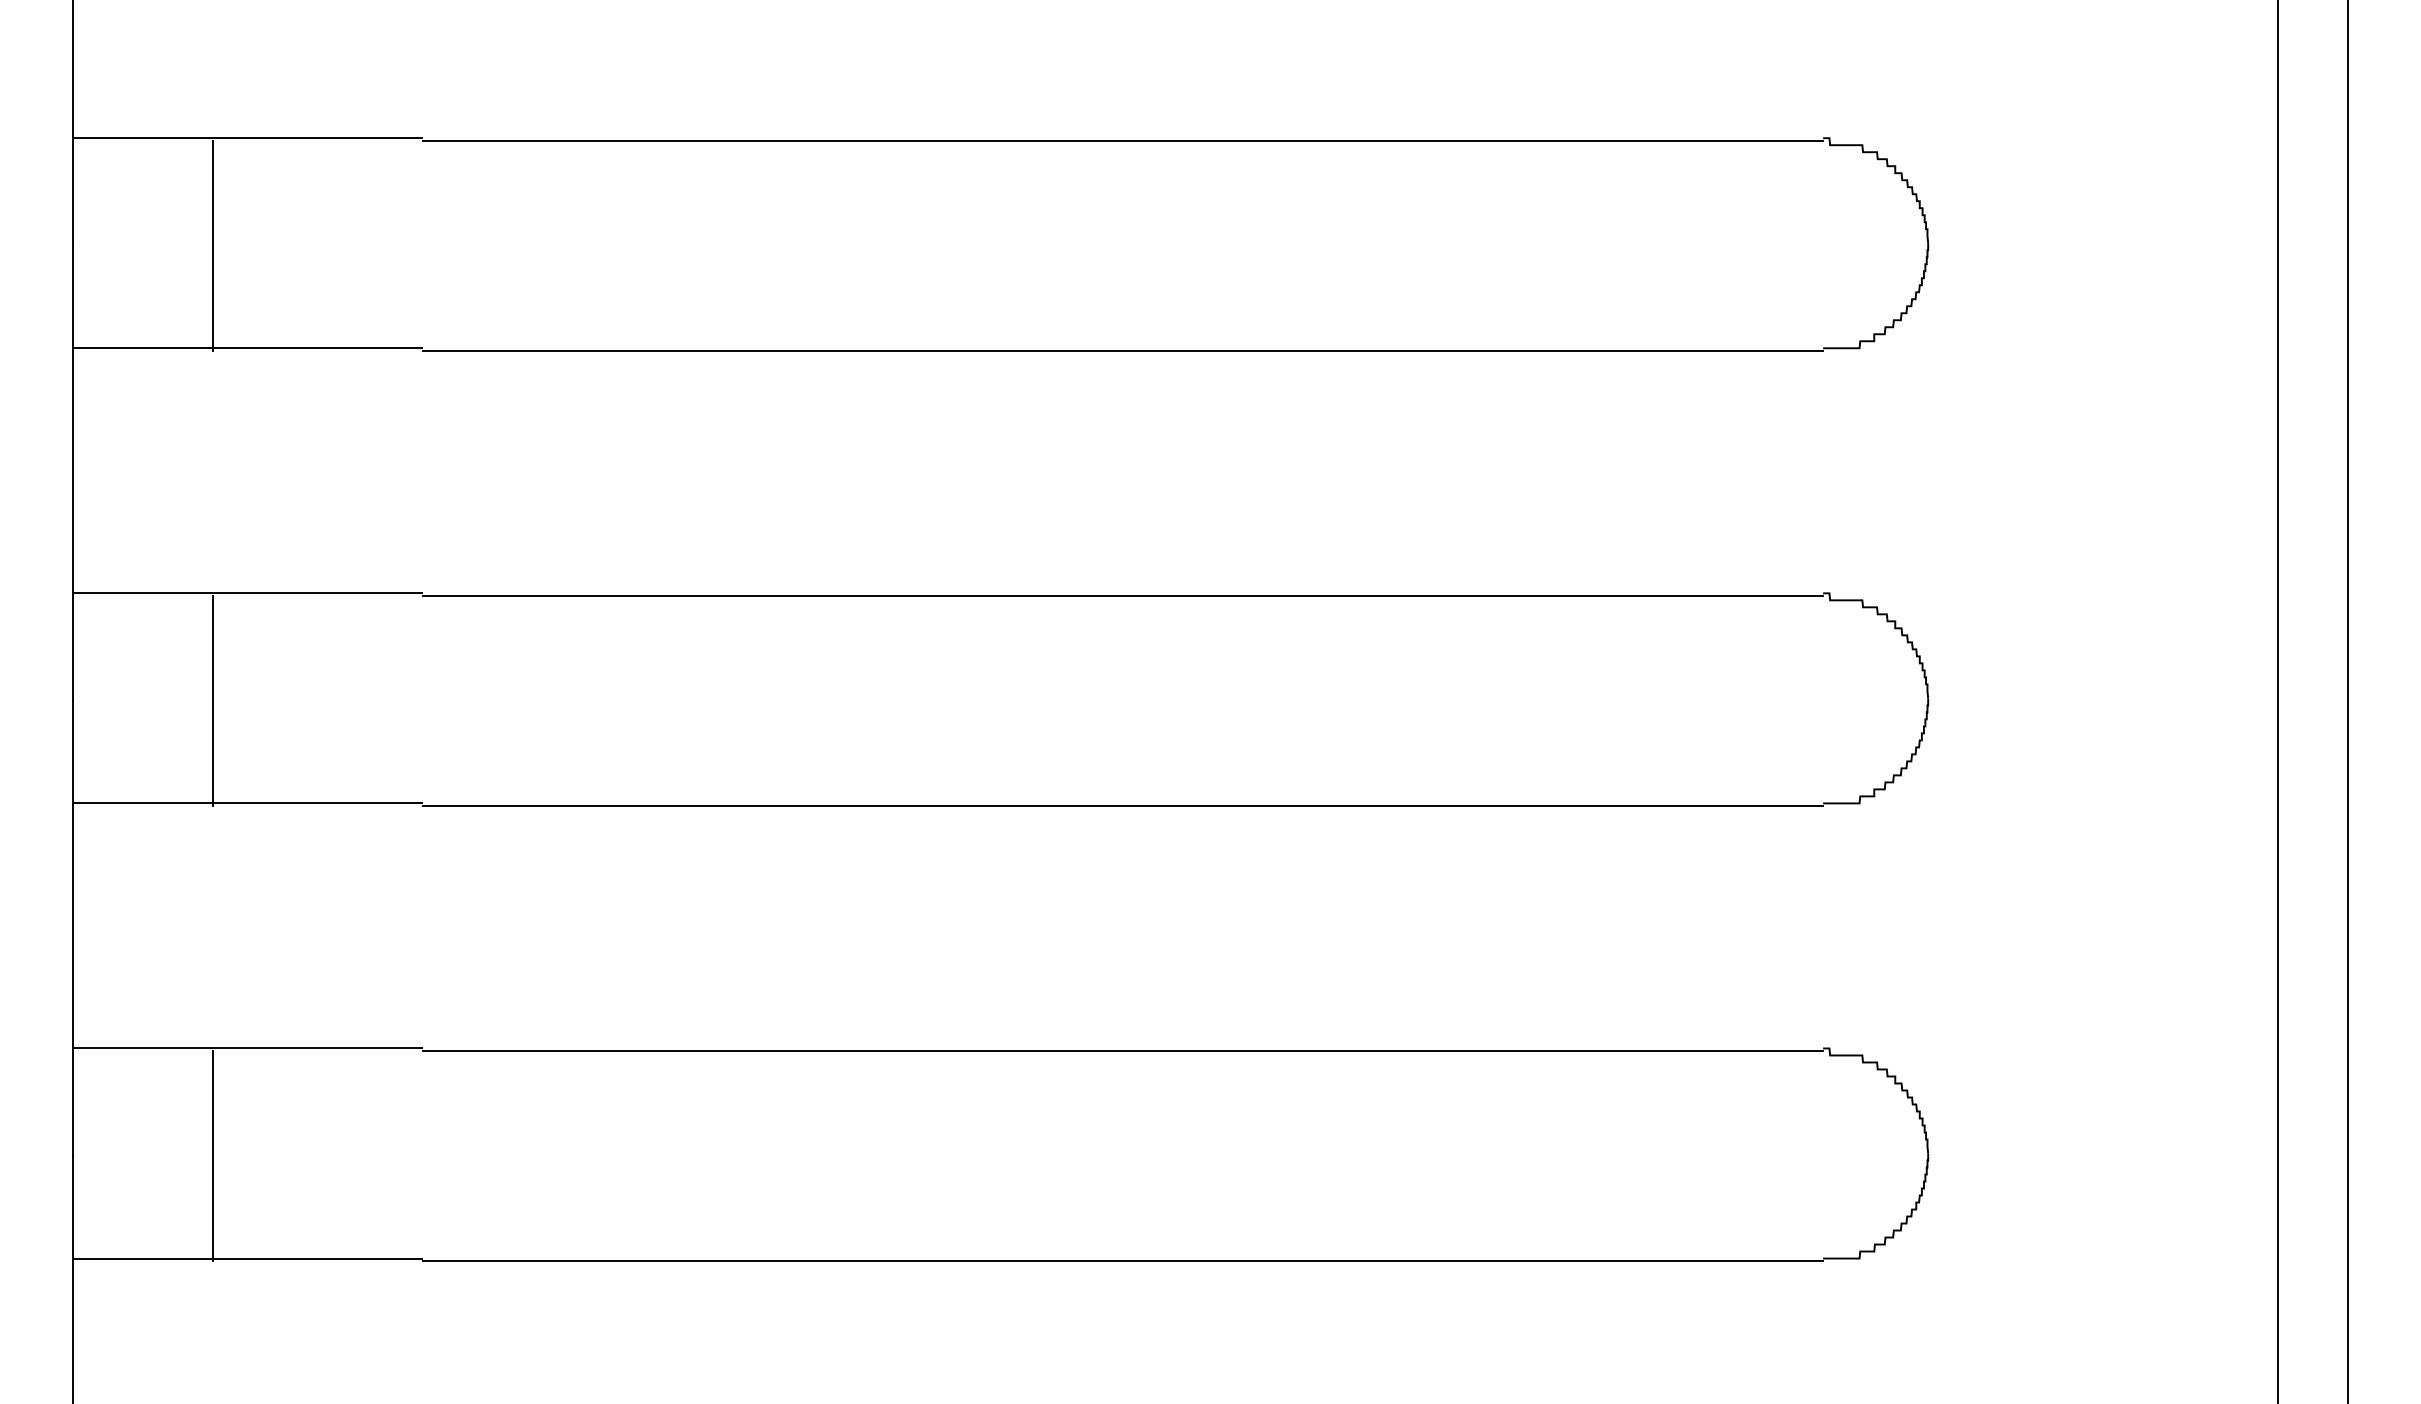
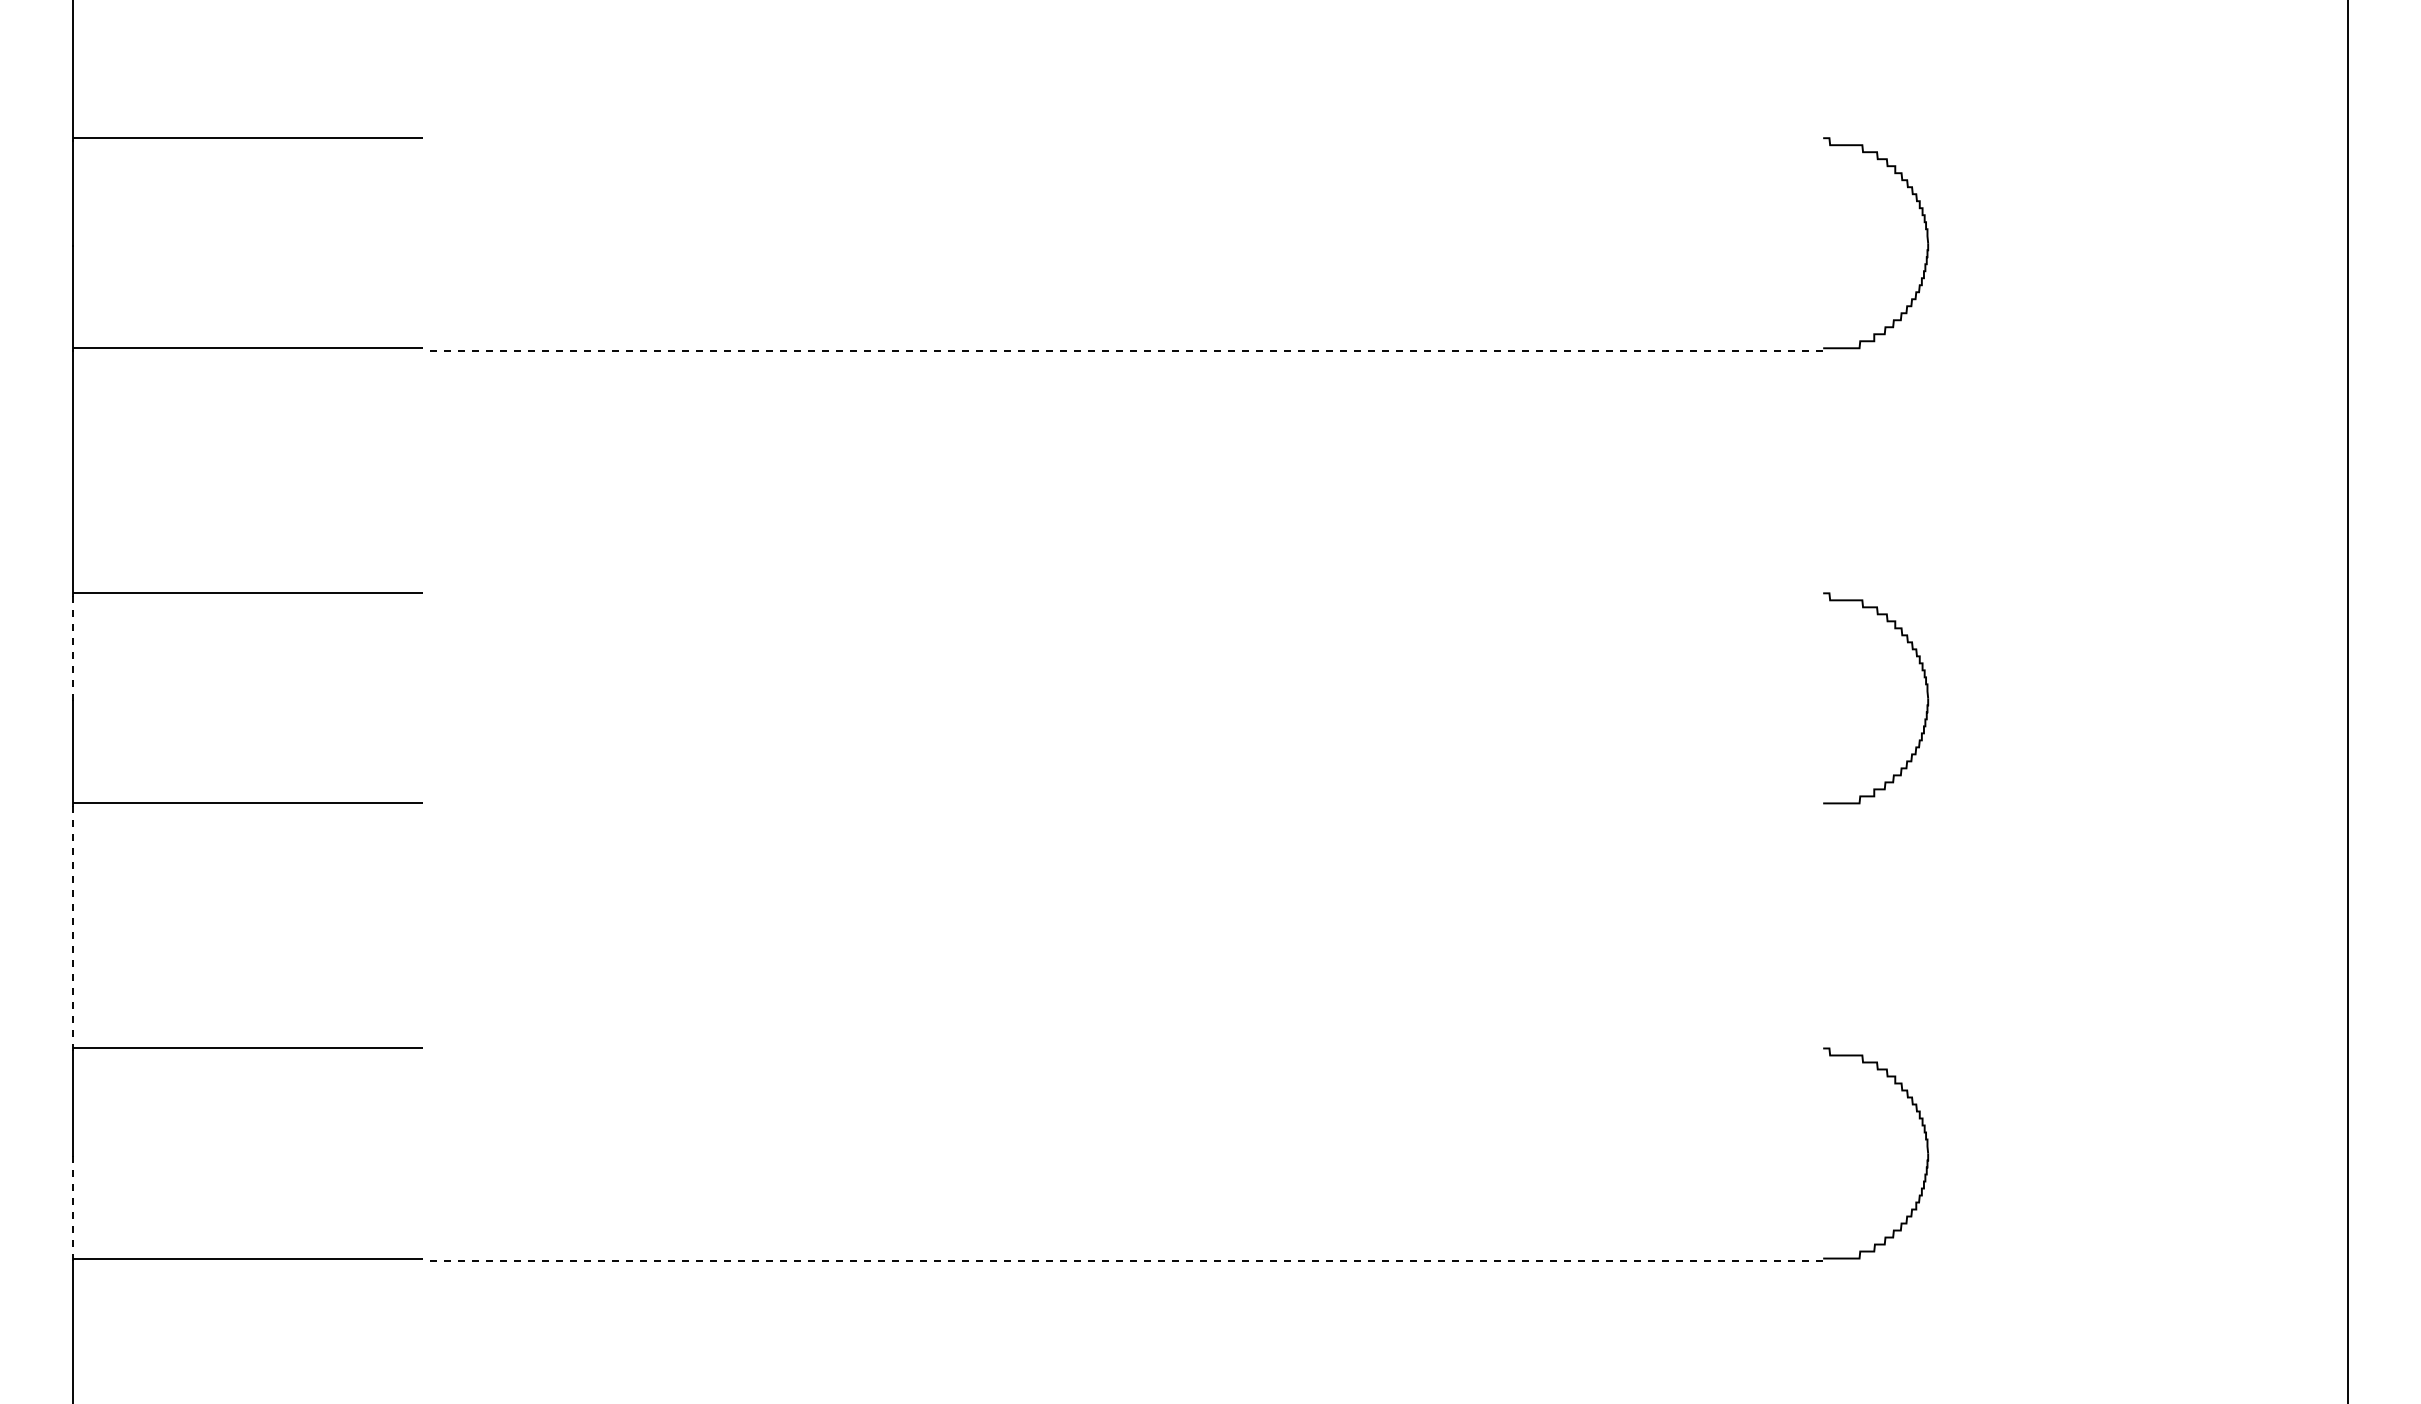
line at (1122, 141): present -> none
line at (212, 246): present -> none
line at (1122, 351): solid -> dashed
line at (1122, 596): present -> none
line at (72, 648): solid -> dashed
line at (212, 701): present -> none
line at (2278, 701): present -> none
line at (1122, 806): present -> none
line at (72, 928): solid -> dashed
line at (1122, 1051): present -> none
line at (212, 1156): present -> none
line at (72, 1208): solid -> dashed
line at (1122, 1261): solid -> dashed
